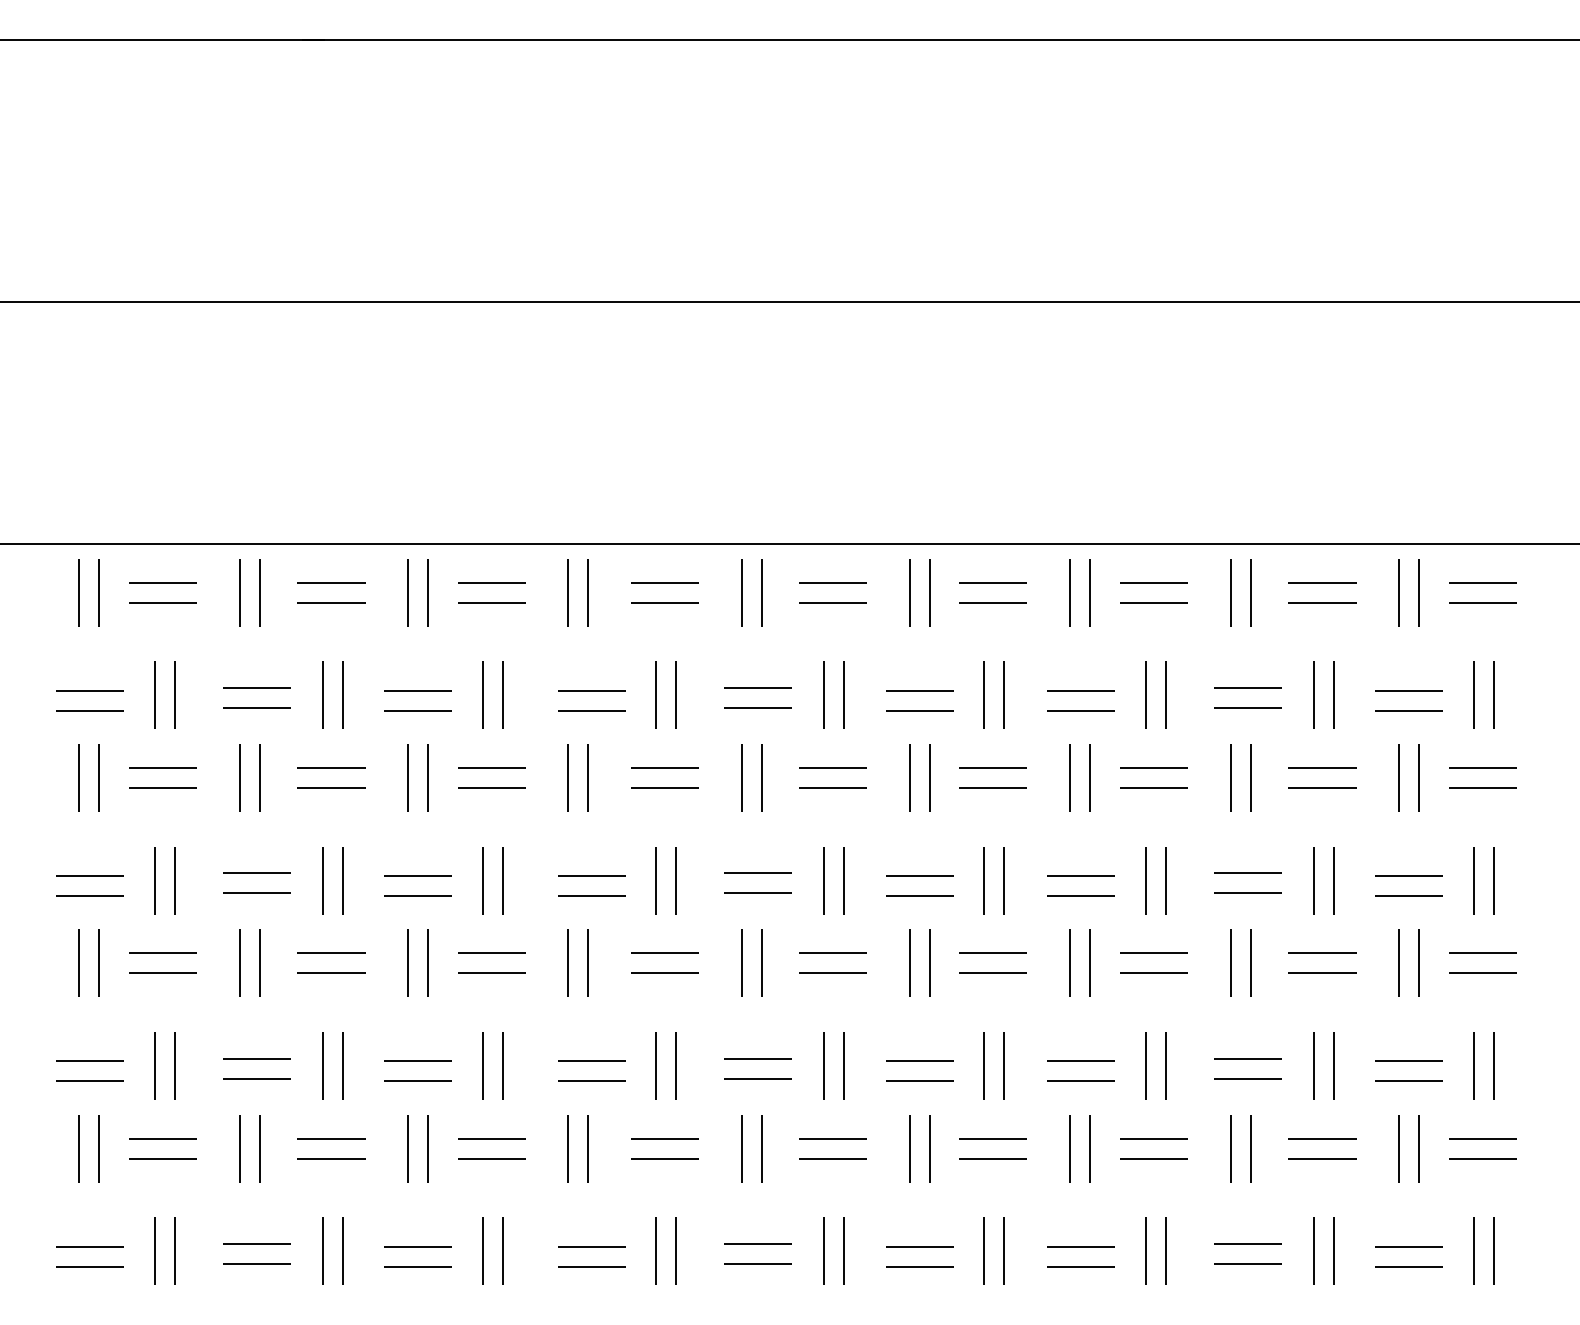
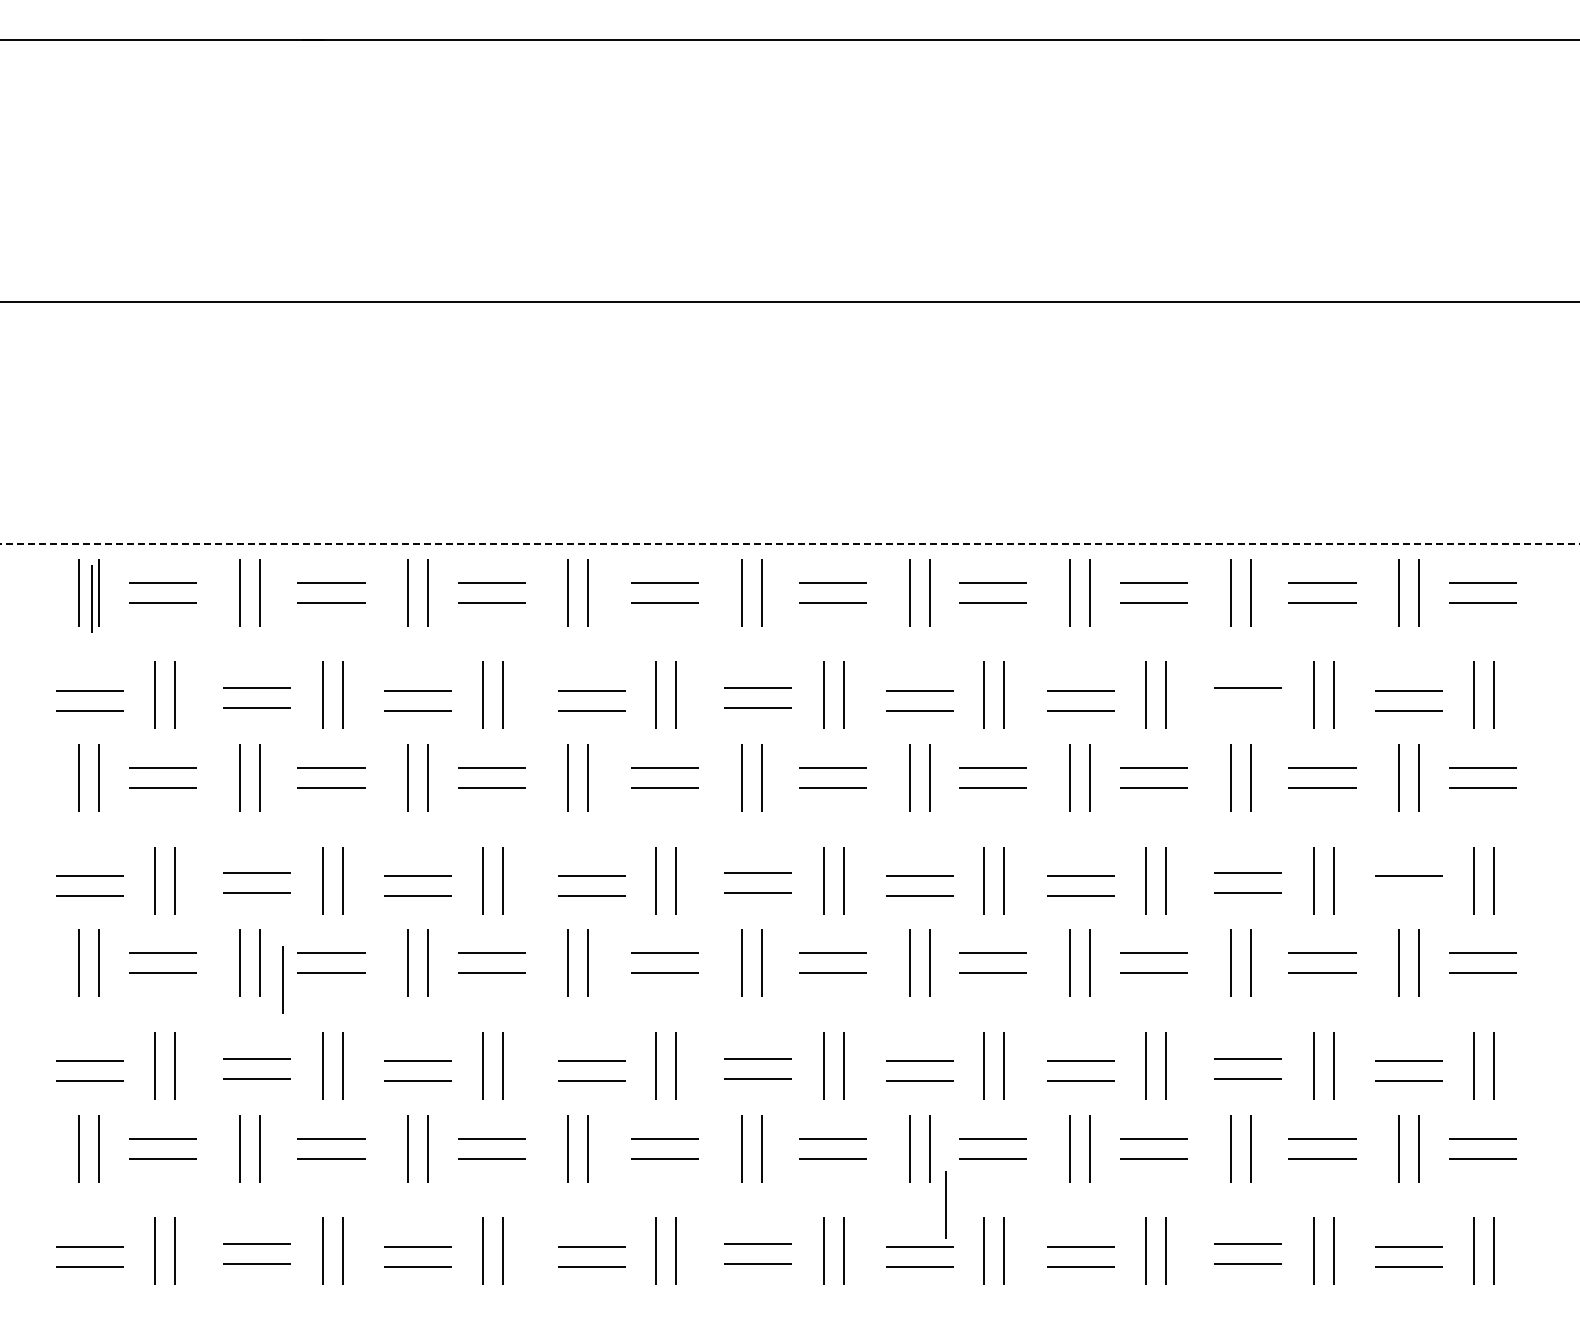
line at (790, 543): solid -> dashed
line at (91, 598): none -> present
line at (1247, 707): present -> none
line at (1408, 895): present -> none
line at (282, 979): none -> present
line at (945, 1204): none -> present
